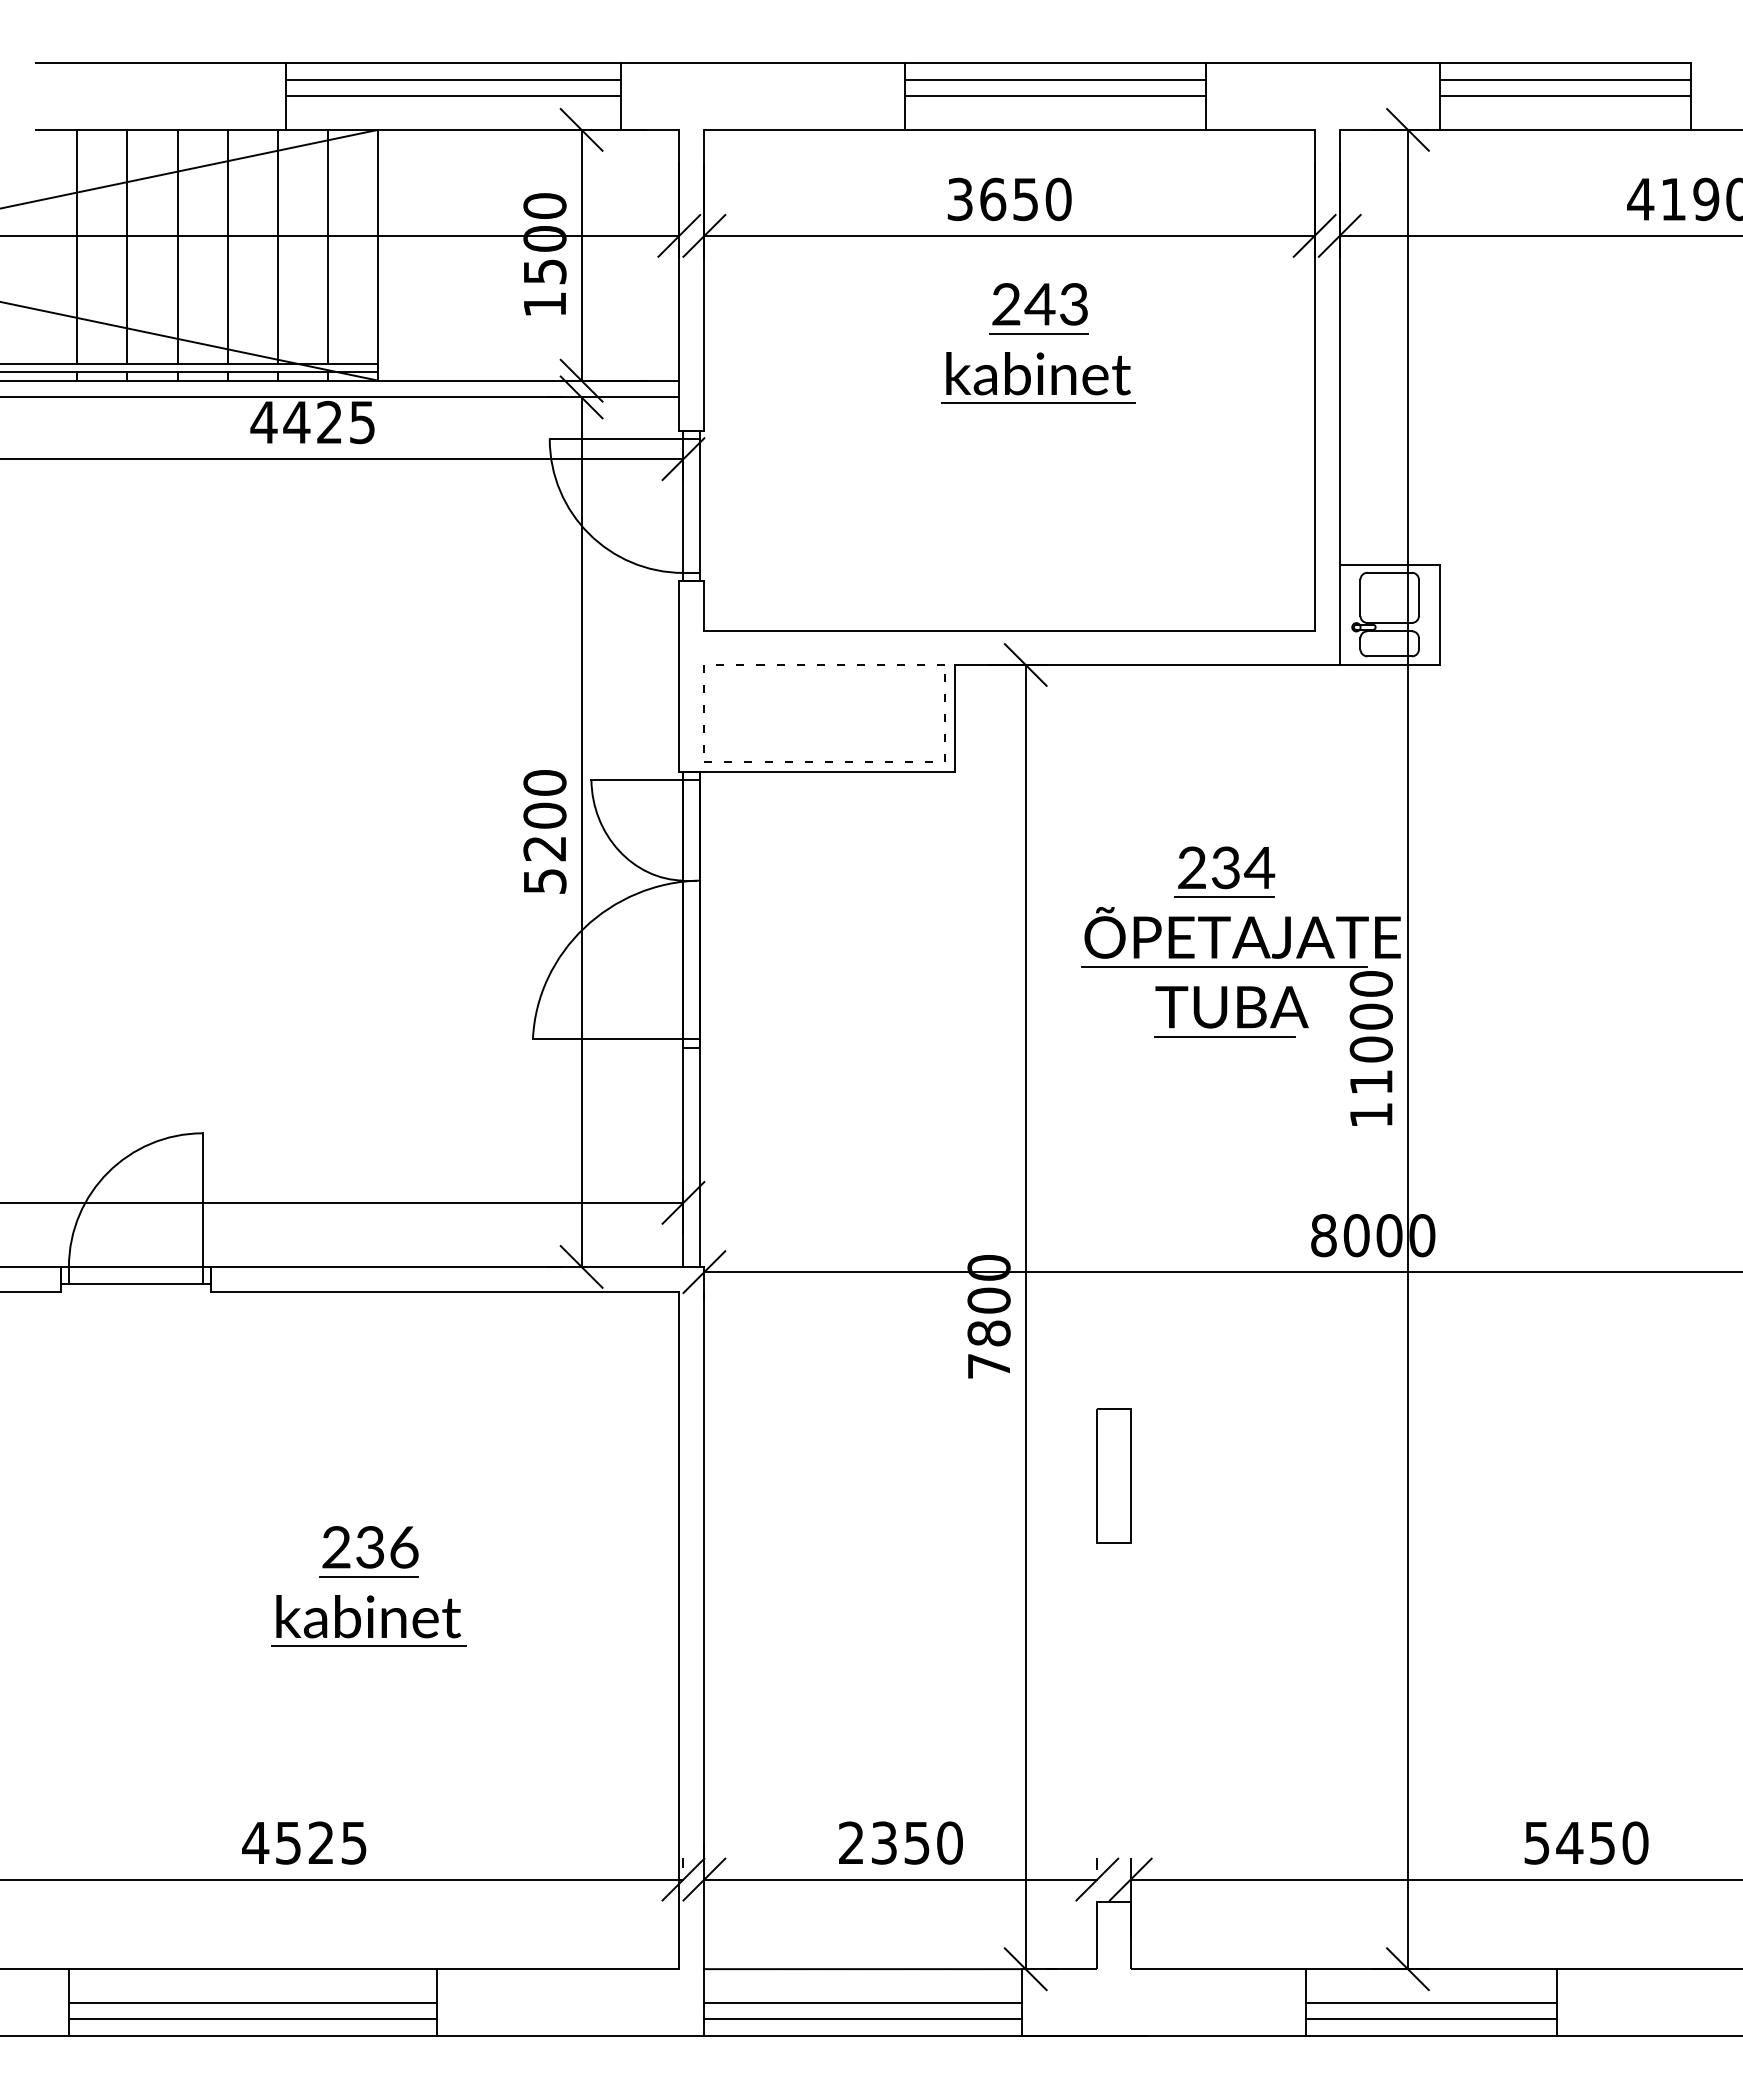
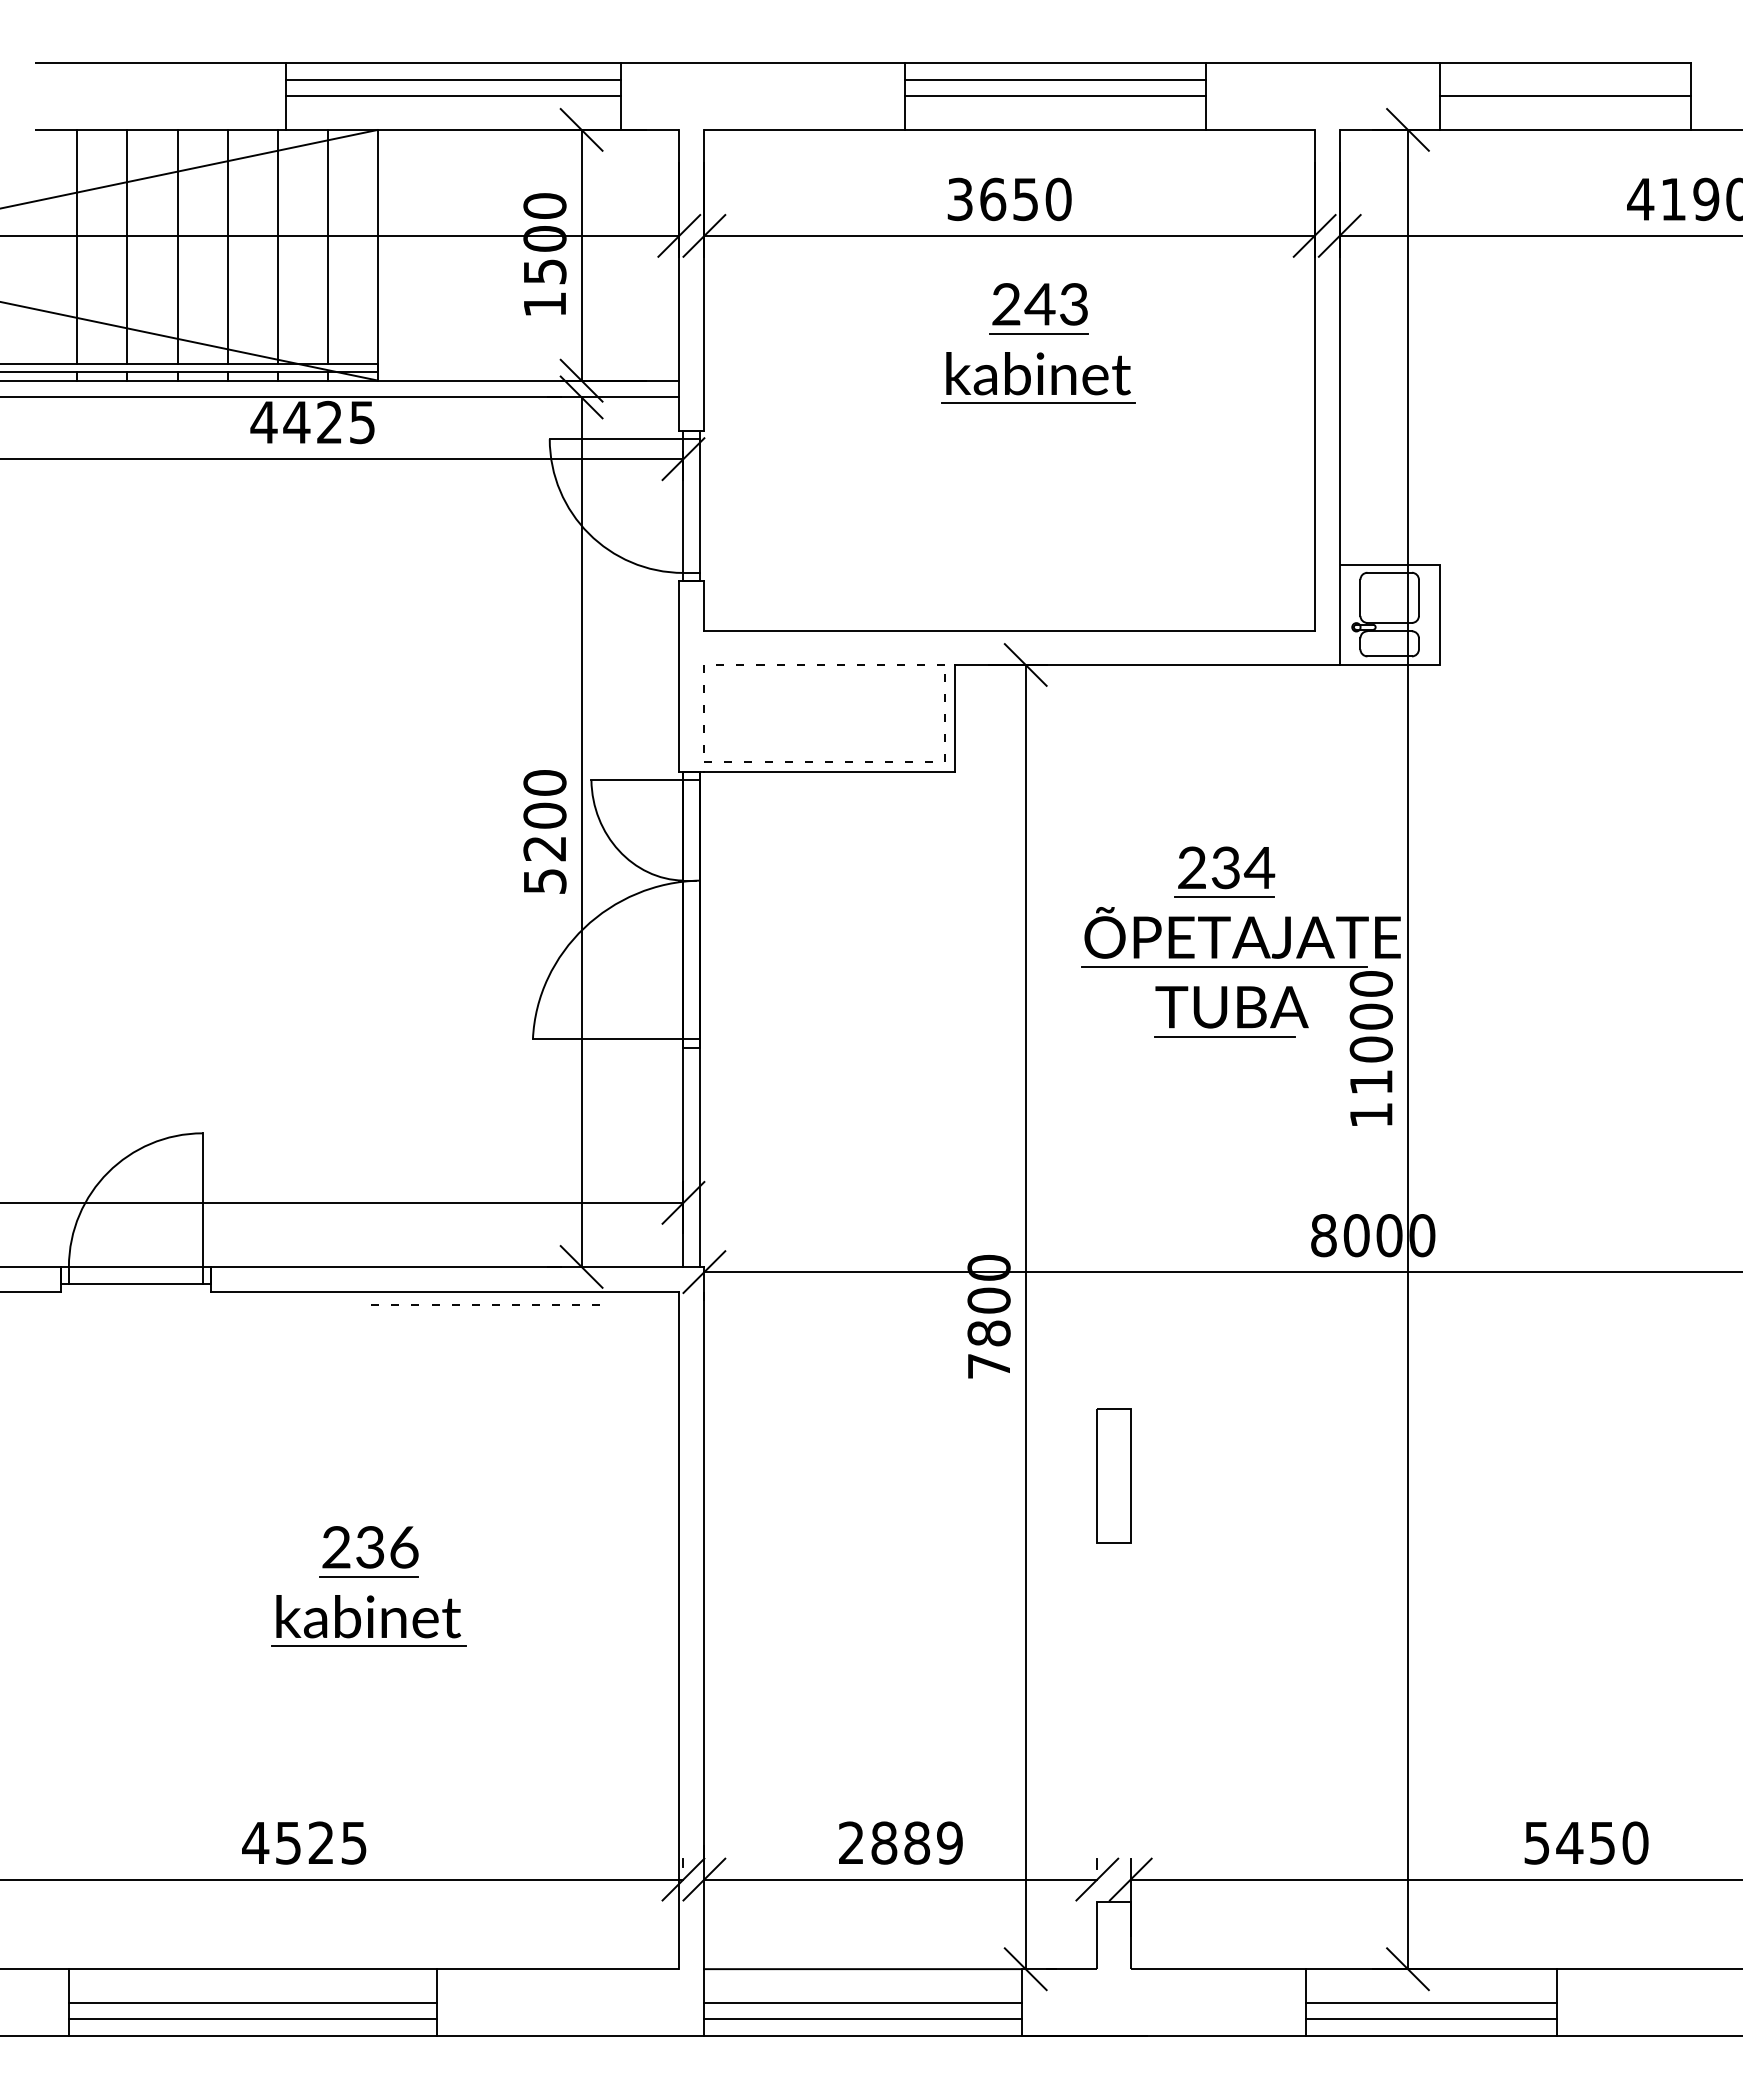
line at (1565, 79): present -> none
line at (479, 1304): none -> present
text at (916, 1842): 2350 -> 2889
